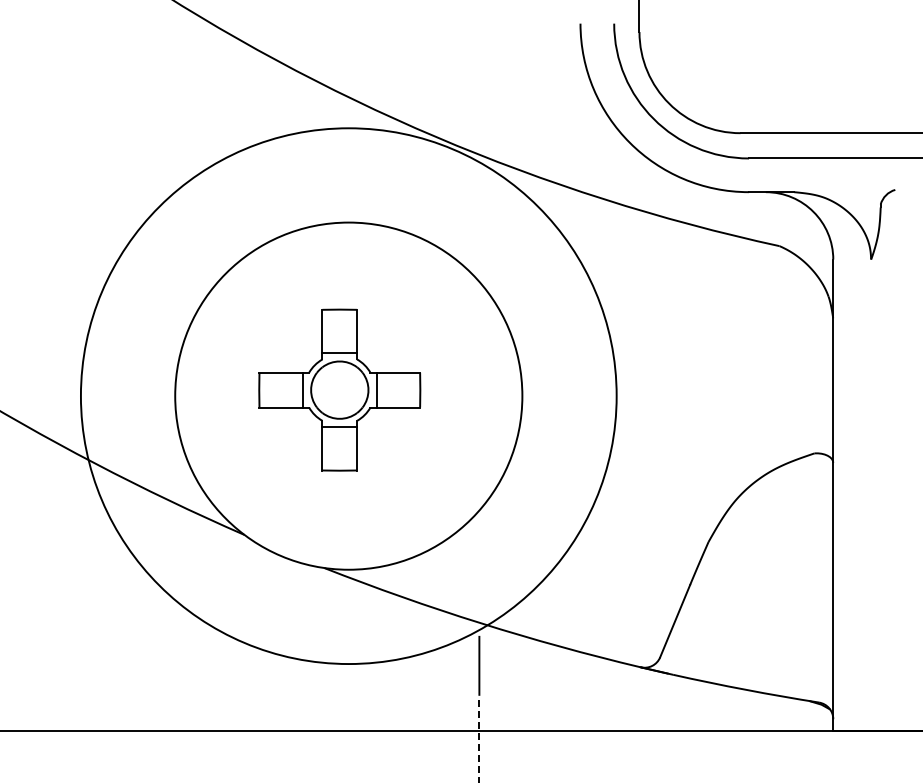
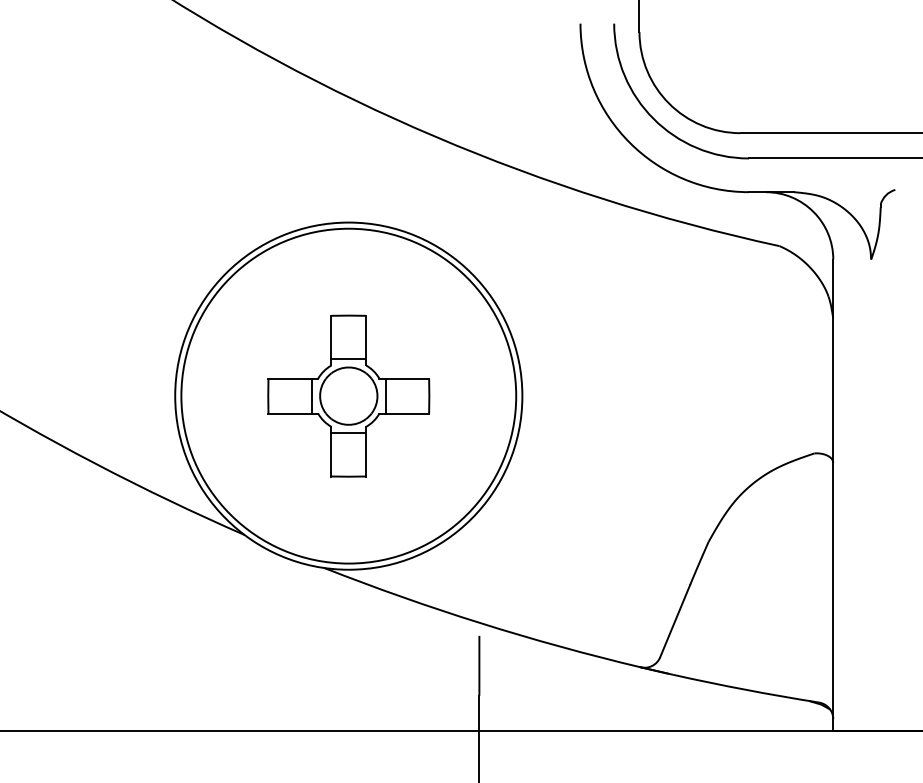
part at (339, 389) position: (339, 389) -> (348, 395)
circle at (348, 396) diameter: 536 px -> 335 px
line at (479, 738): dashed -> solid
